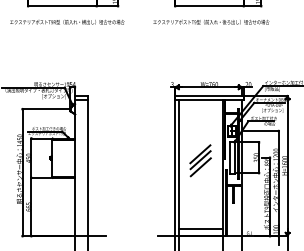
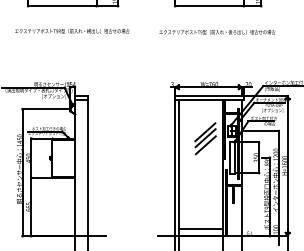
text at (67, 21) position: (67, 21) -> (72, 30)
text at (211, 21) position: (211, 21) -> (217, 31)
part at (200, 160) position: (200, 160) -> (205, 138)
